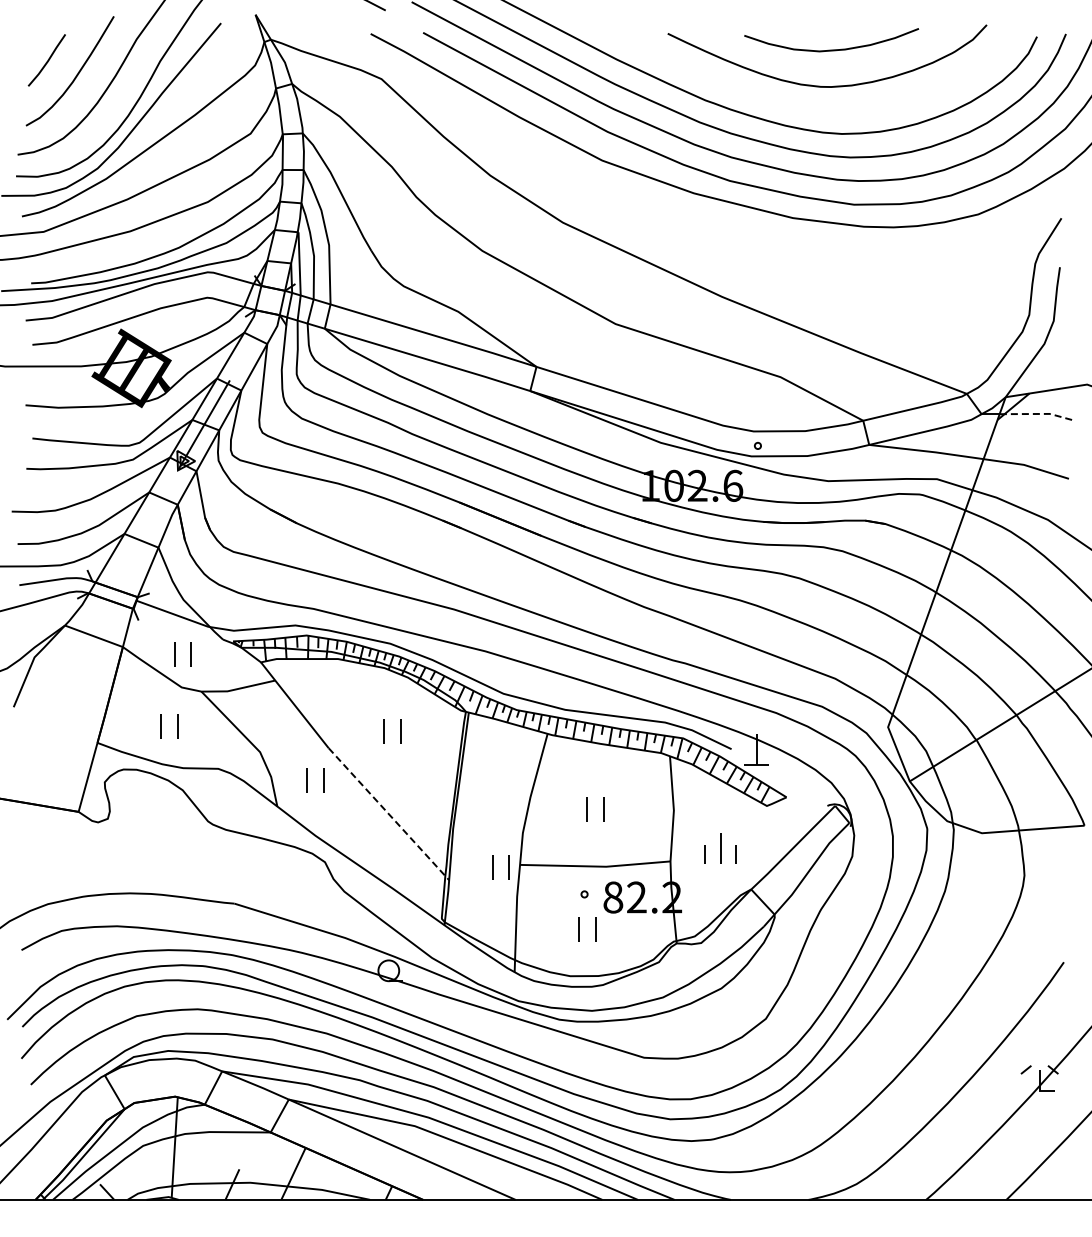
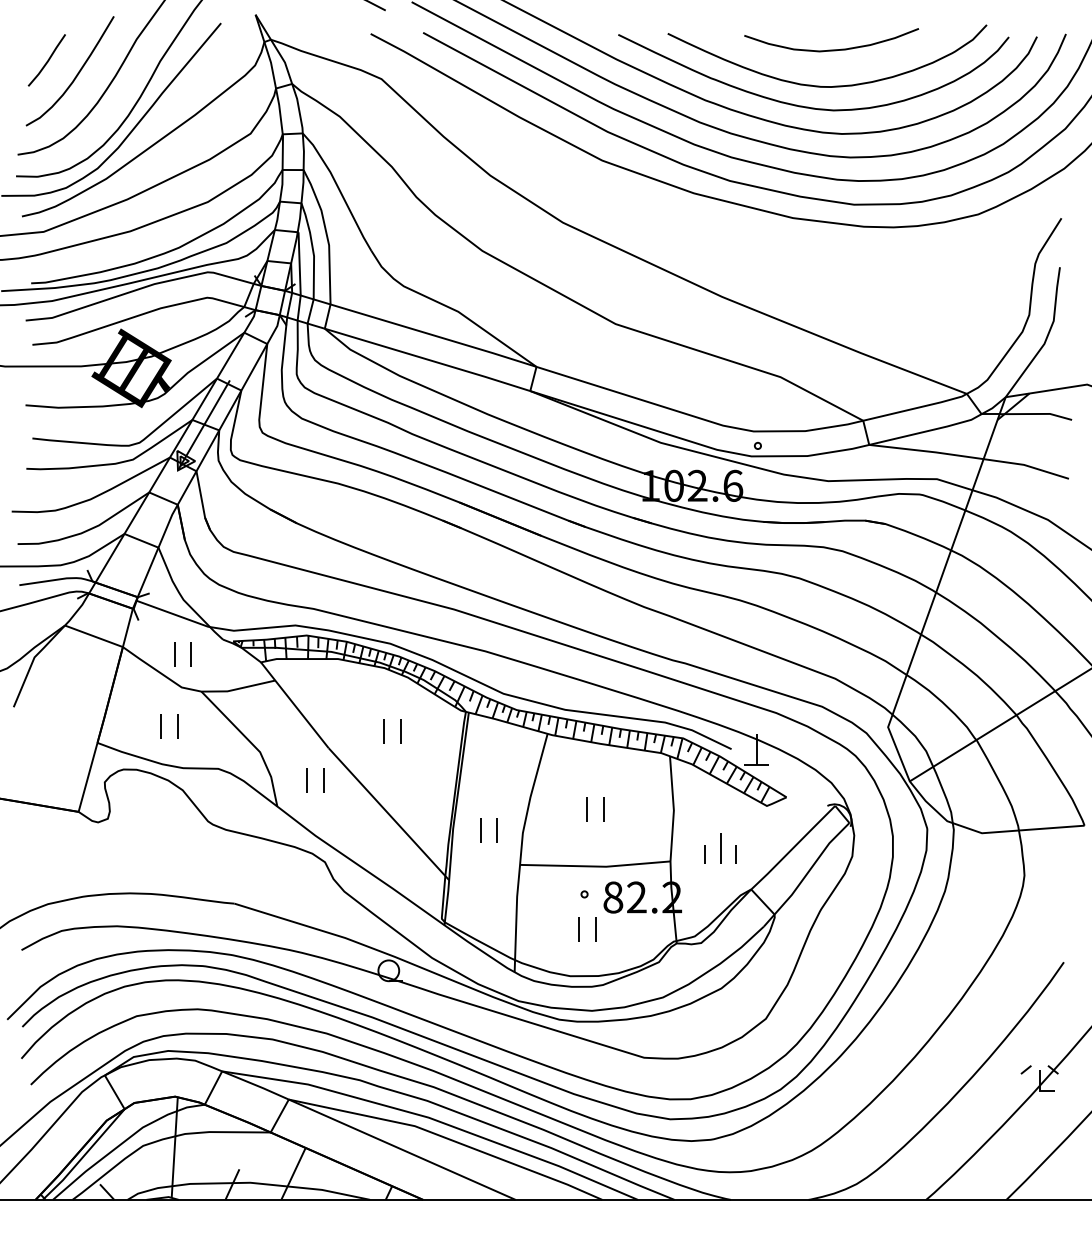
curve at (808, 106): none -> present
line at (1036, 414): dashed -> solid
line at (389, 814): dashed -> solid
part at (493, 867) position: (493, 867) -> (481, 830)
